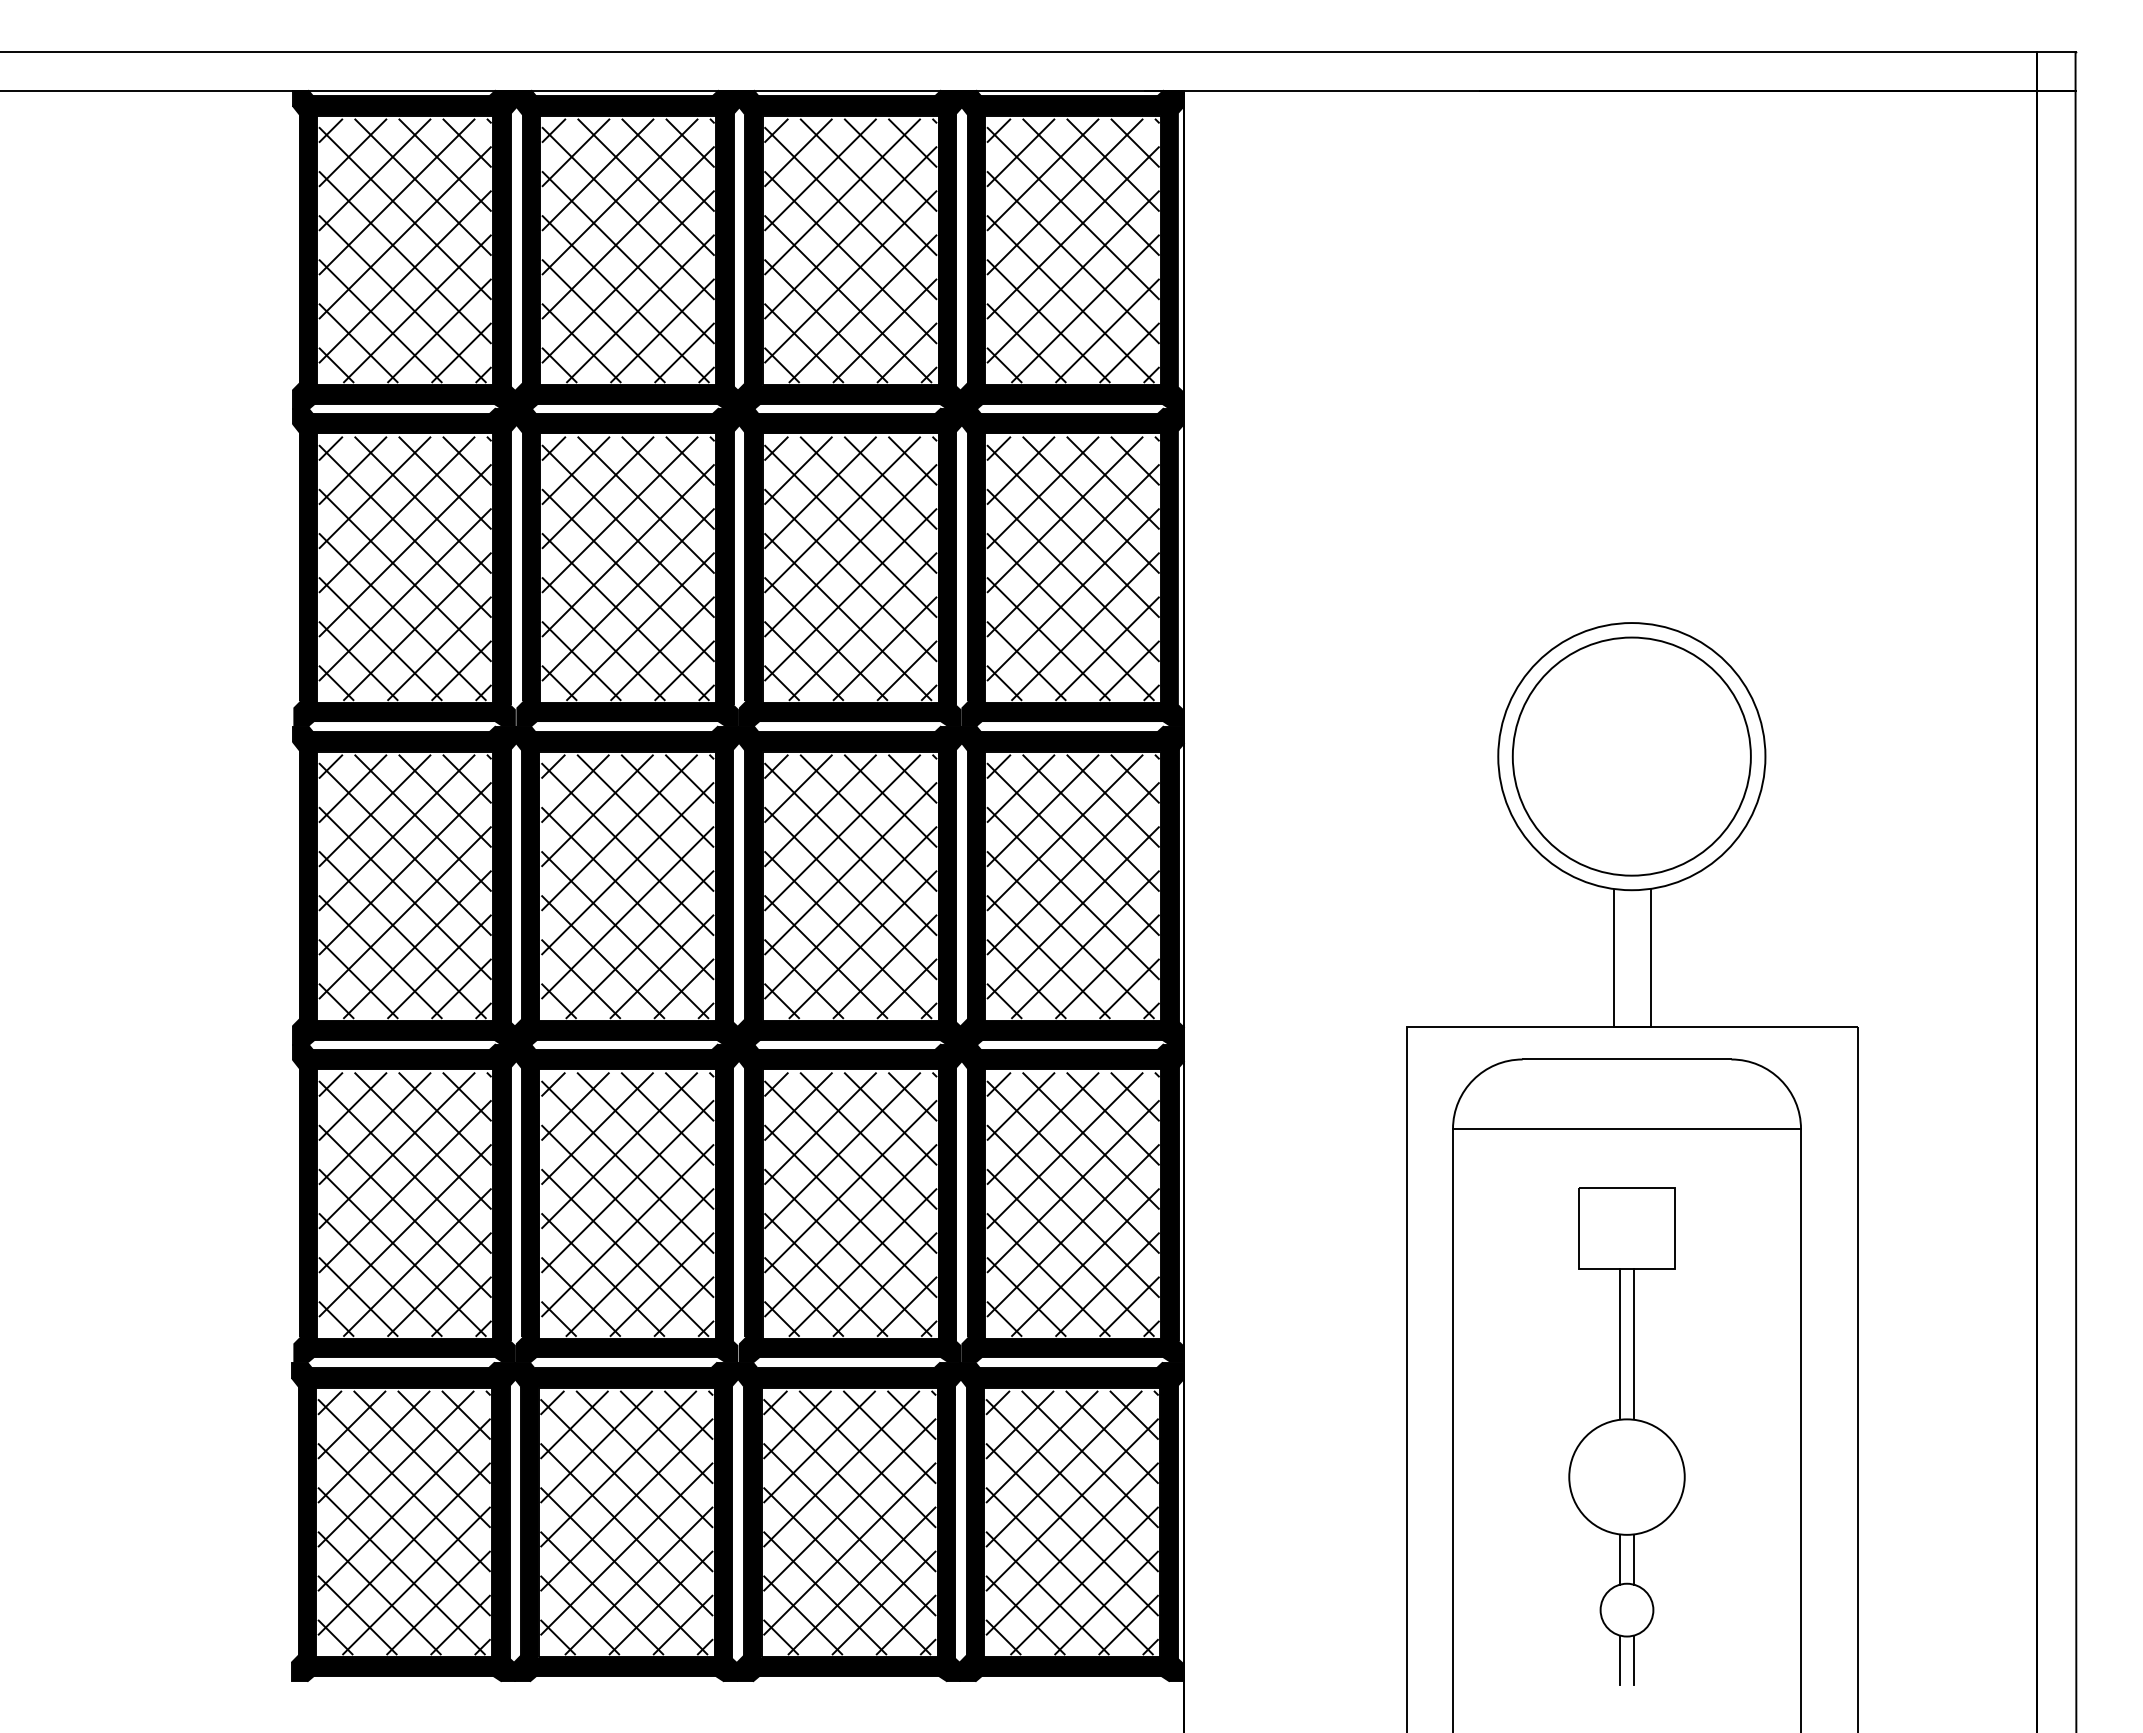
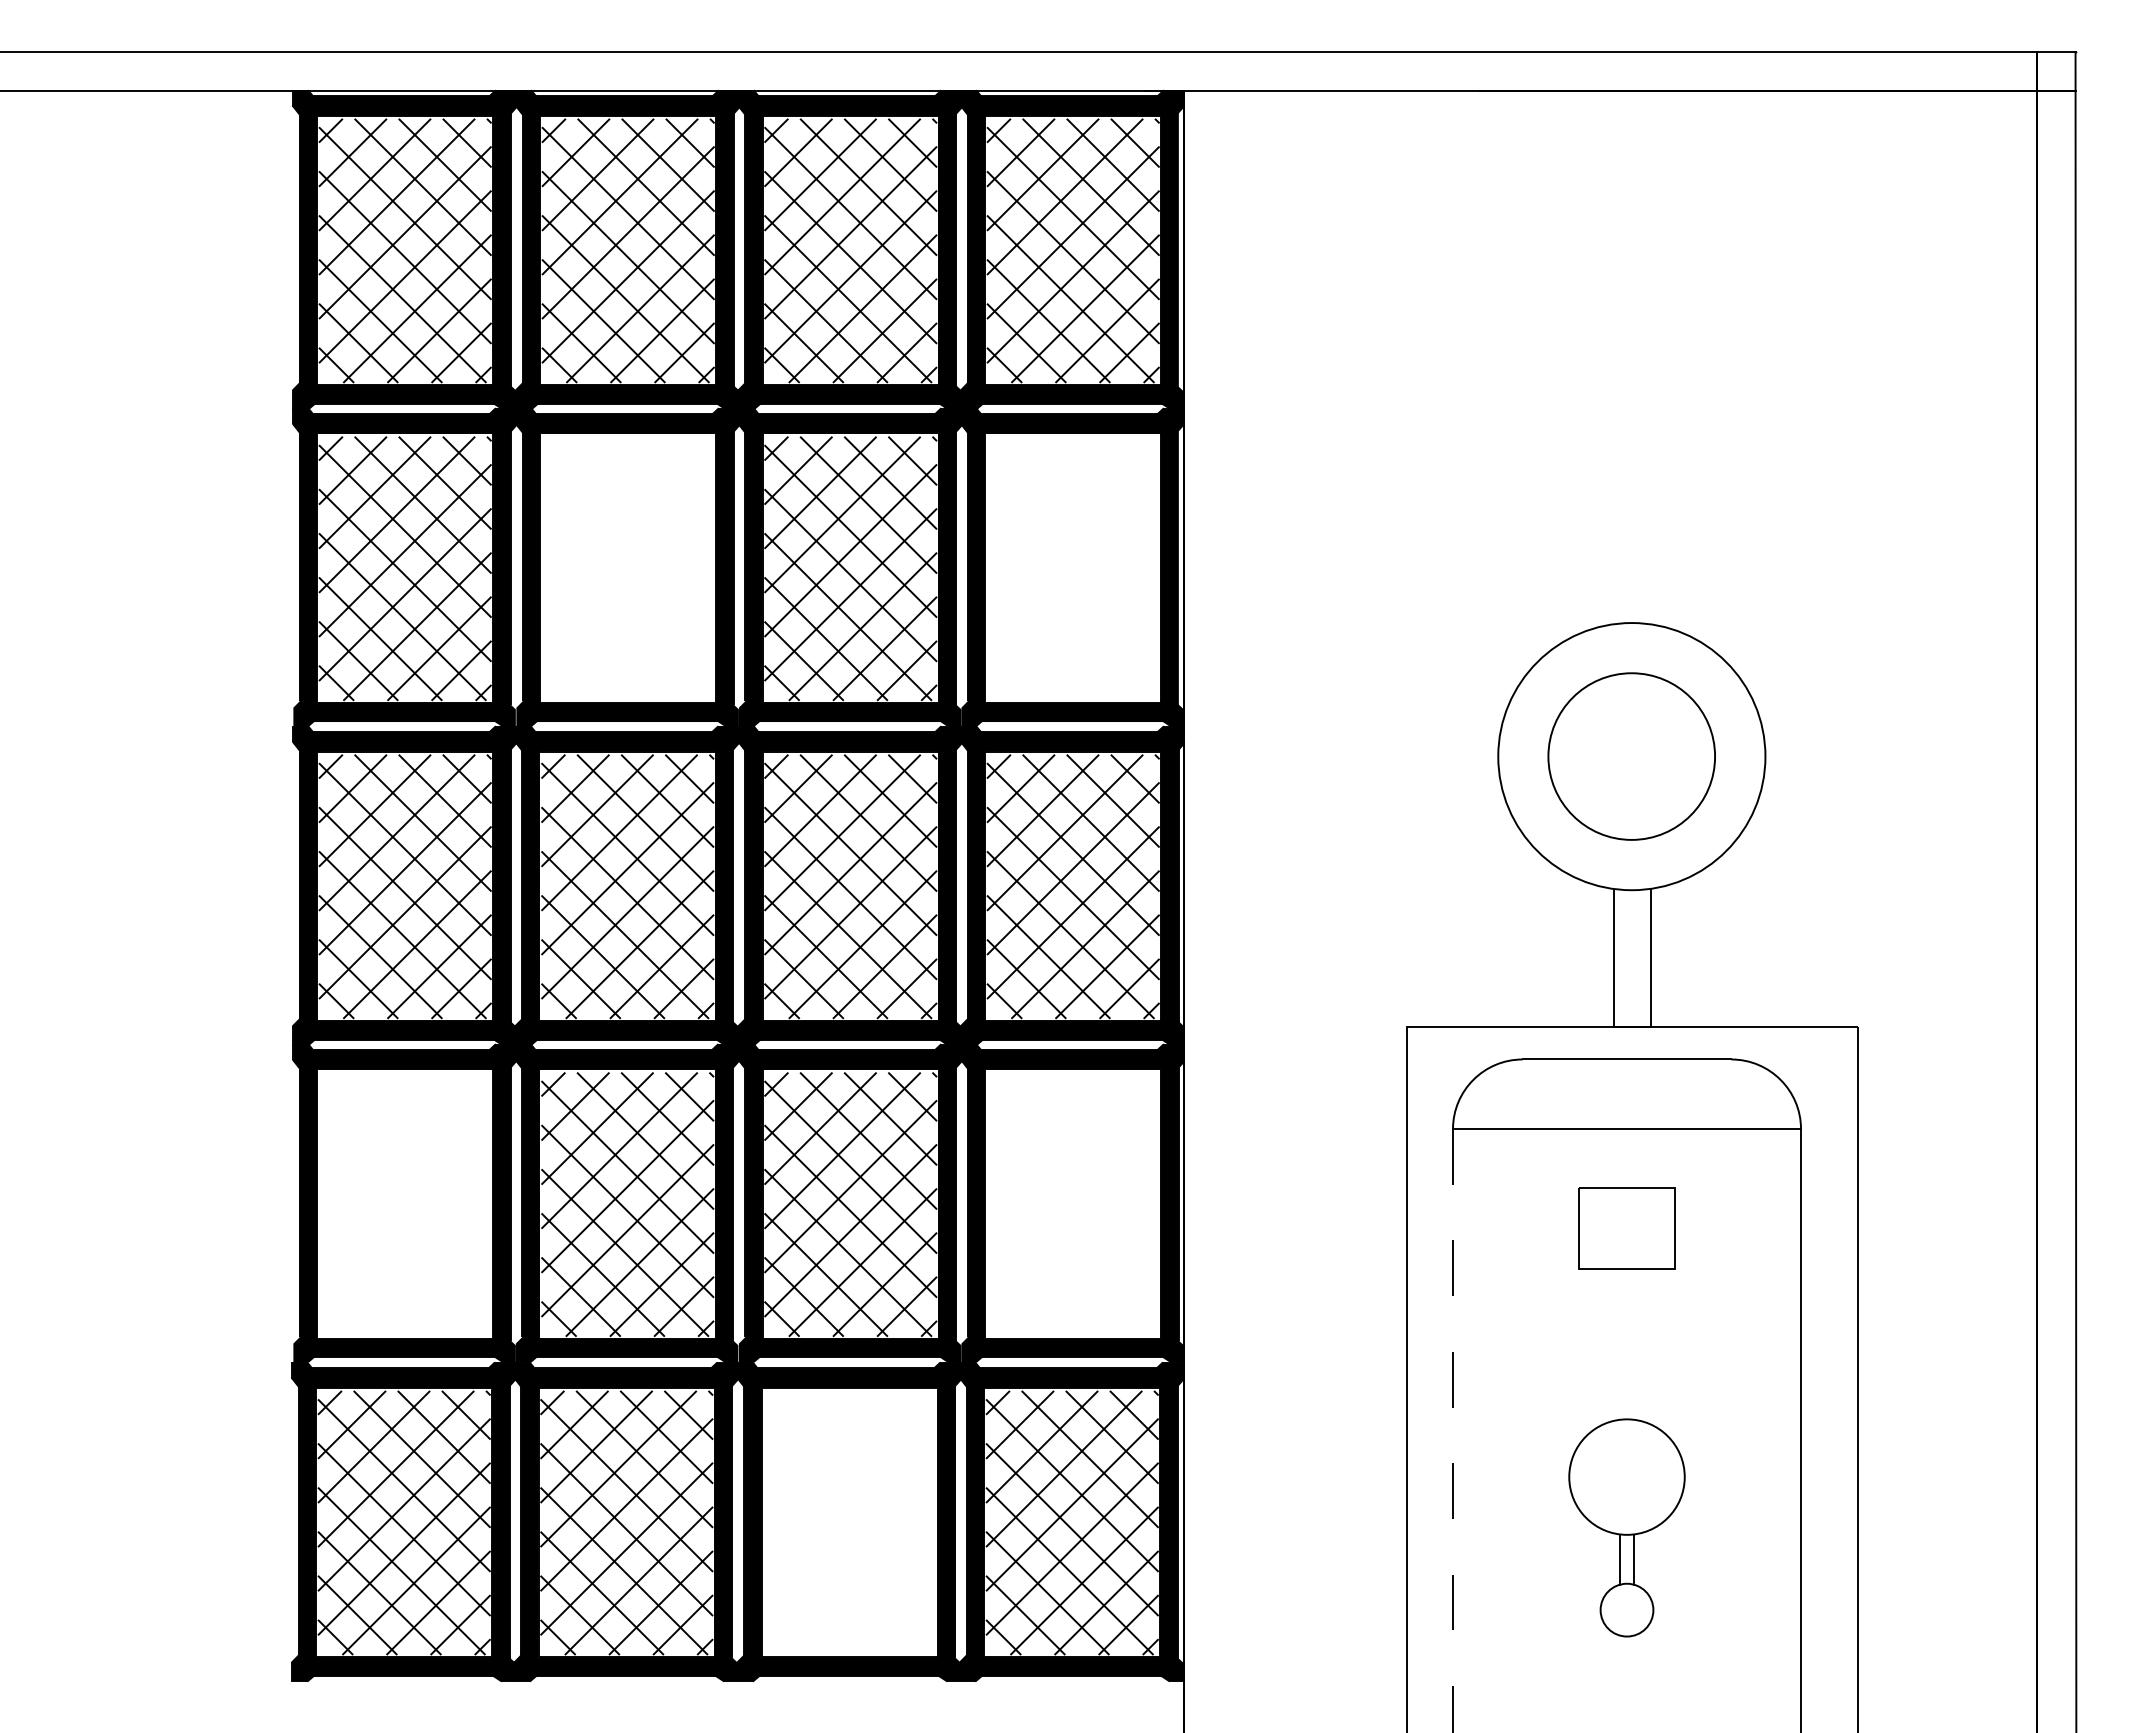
hatch at (628, 568): present -> none
hatch at (1073, 568): present -> none
circle at (1631, 756) size: 241x241 px -> 169x169 px
hatch at (405, 1204): present -> none
hatch at (1073, 1204): present -> none
line at (1620, 1343): present -> none
line at (1633, 1343): present -> none
line at (1453, 1430): solid -> dashed
hatch at (849, 1522): present -> none
line at (1620, 1660): present -> none
line at (1633, 1660): present -> none
